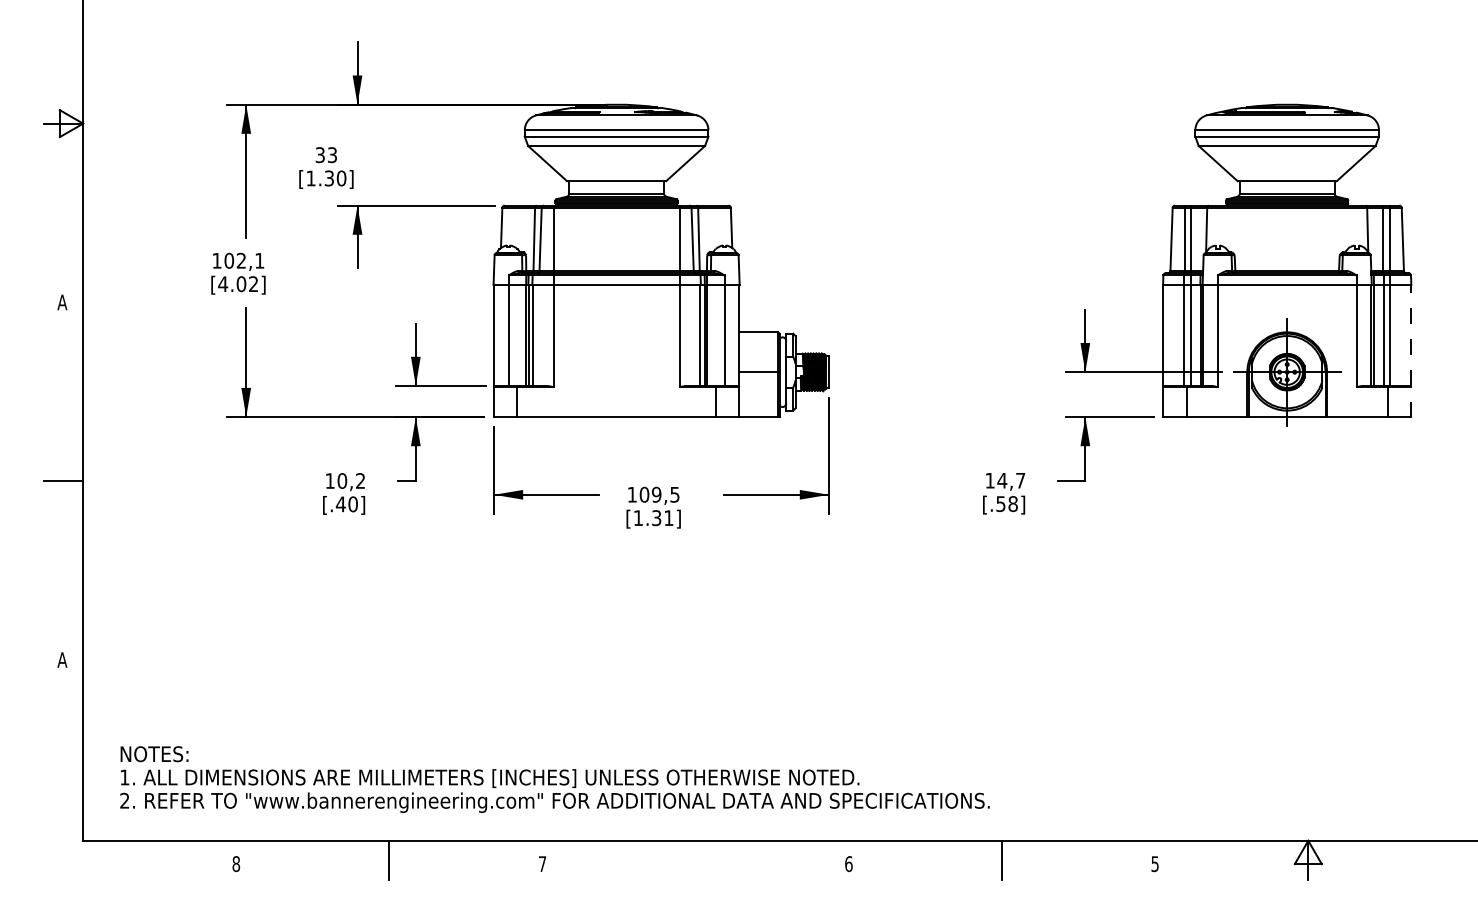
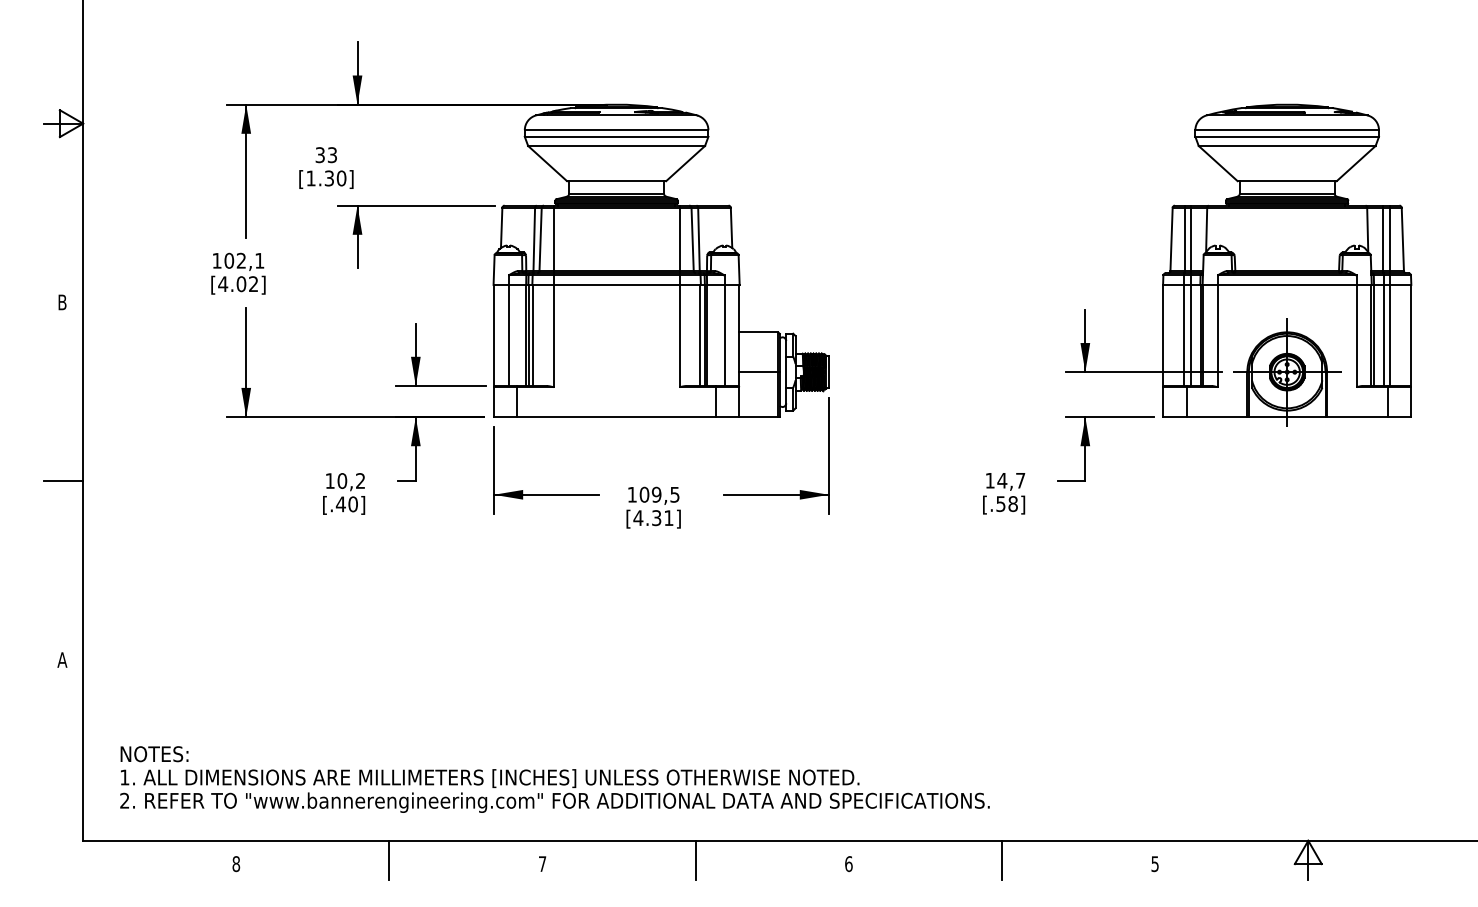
text at (62, 302): A -> B
line at (1410, 350): dashed -> solid
text at (638, 517): [1.31] -> [4.31]
line at (695, 859): none -> present
